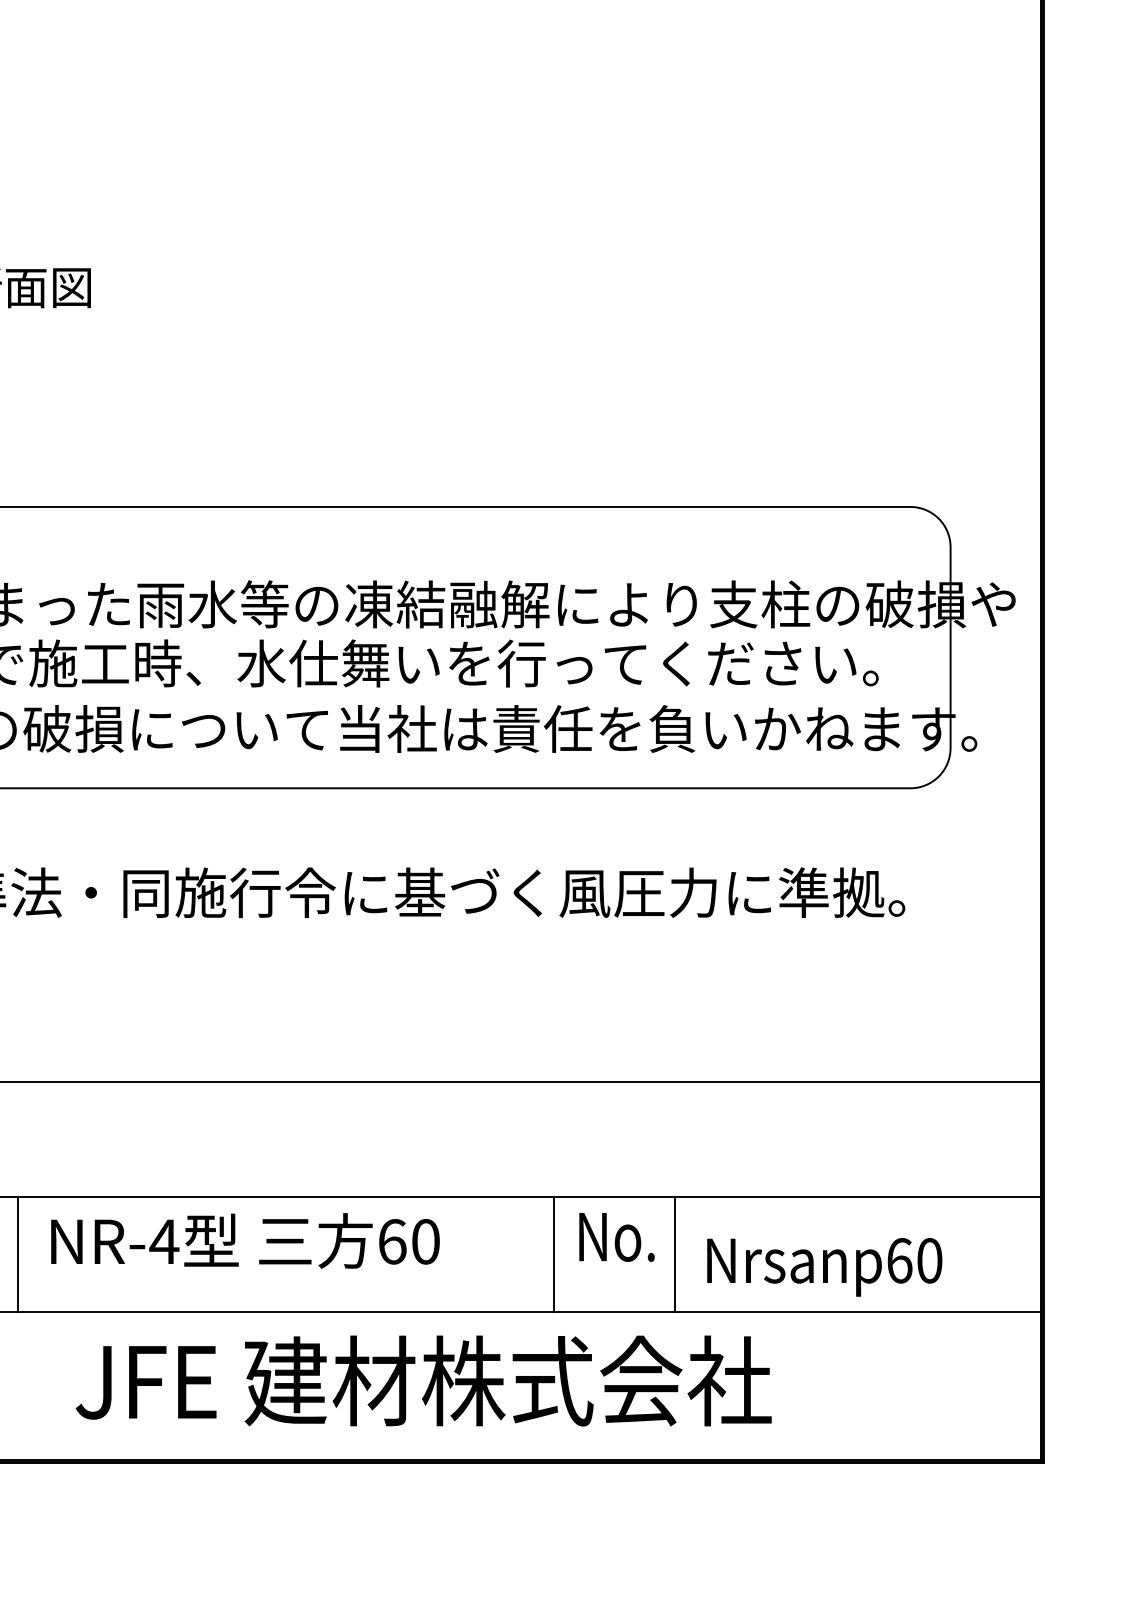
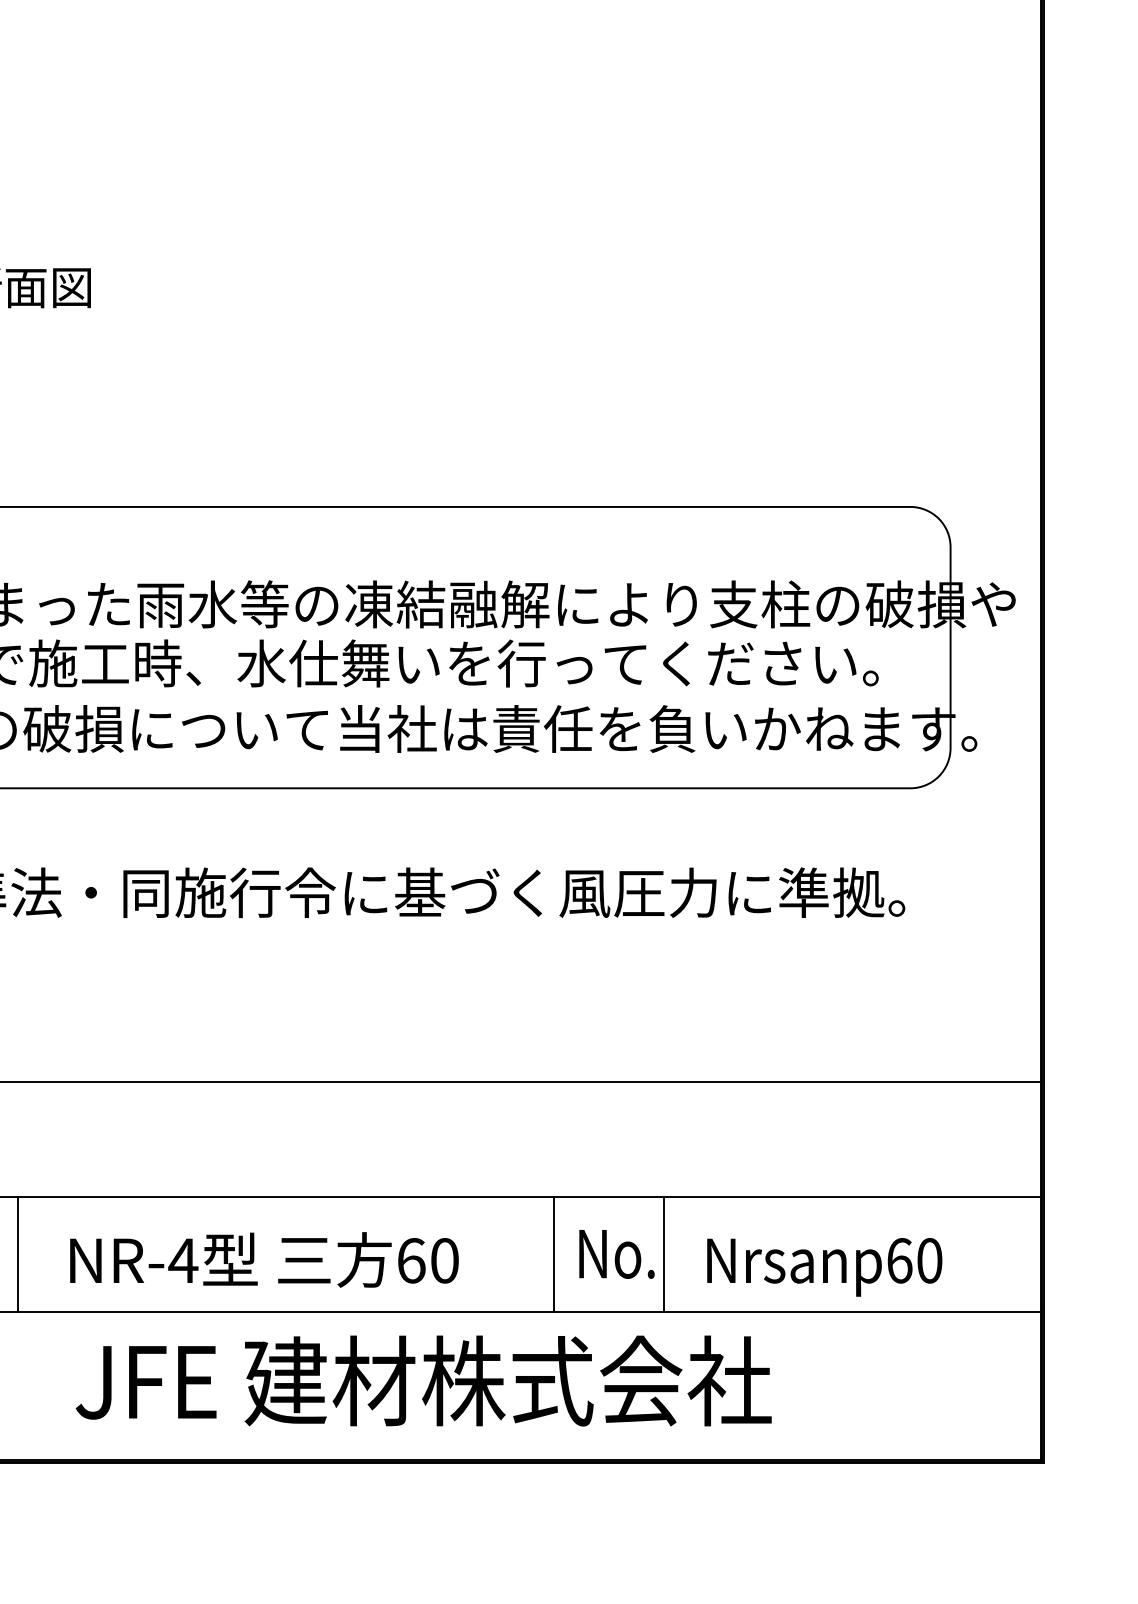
text at (616, 1237) position: (616, 1237) -> (616, 1254)
text at (245, 1240) position: (245, 1240) -> (264, 1259)
line at (674, 1254) position: (674, 1254) -> (663, 1254)
